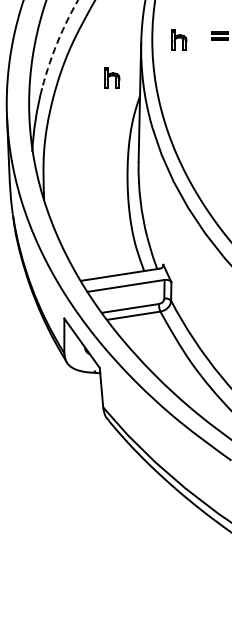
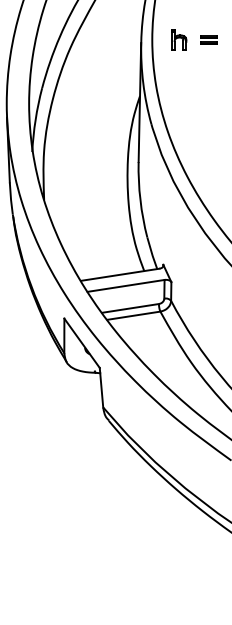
part at (219, 35) position: (219, 35) -> (208, 39)
arc at (57, 43): dashed -> solid
part at (112, 77): present -> none
